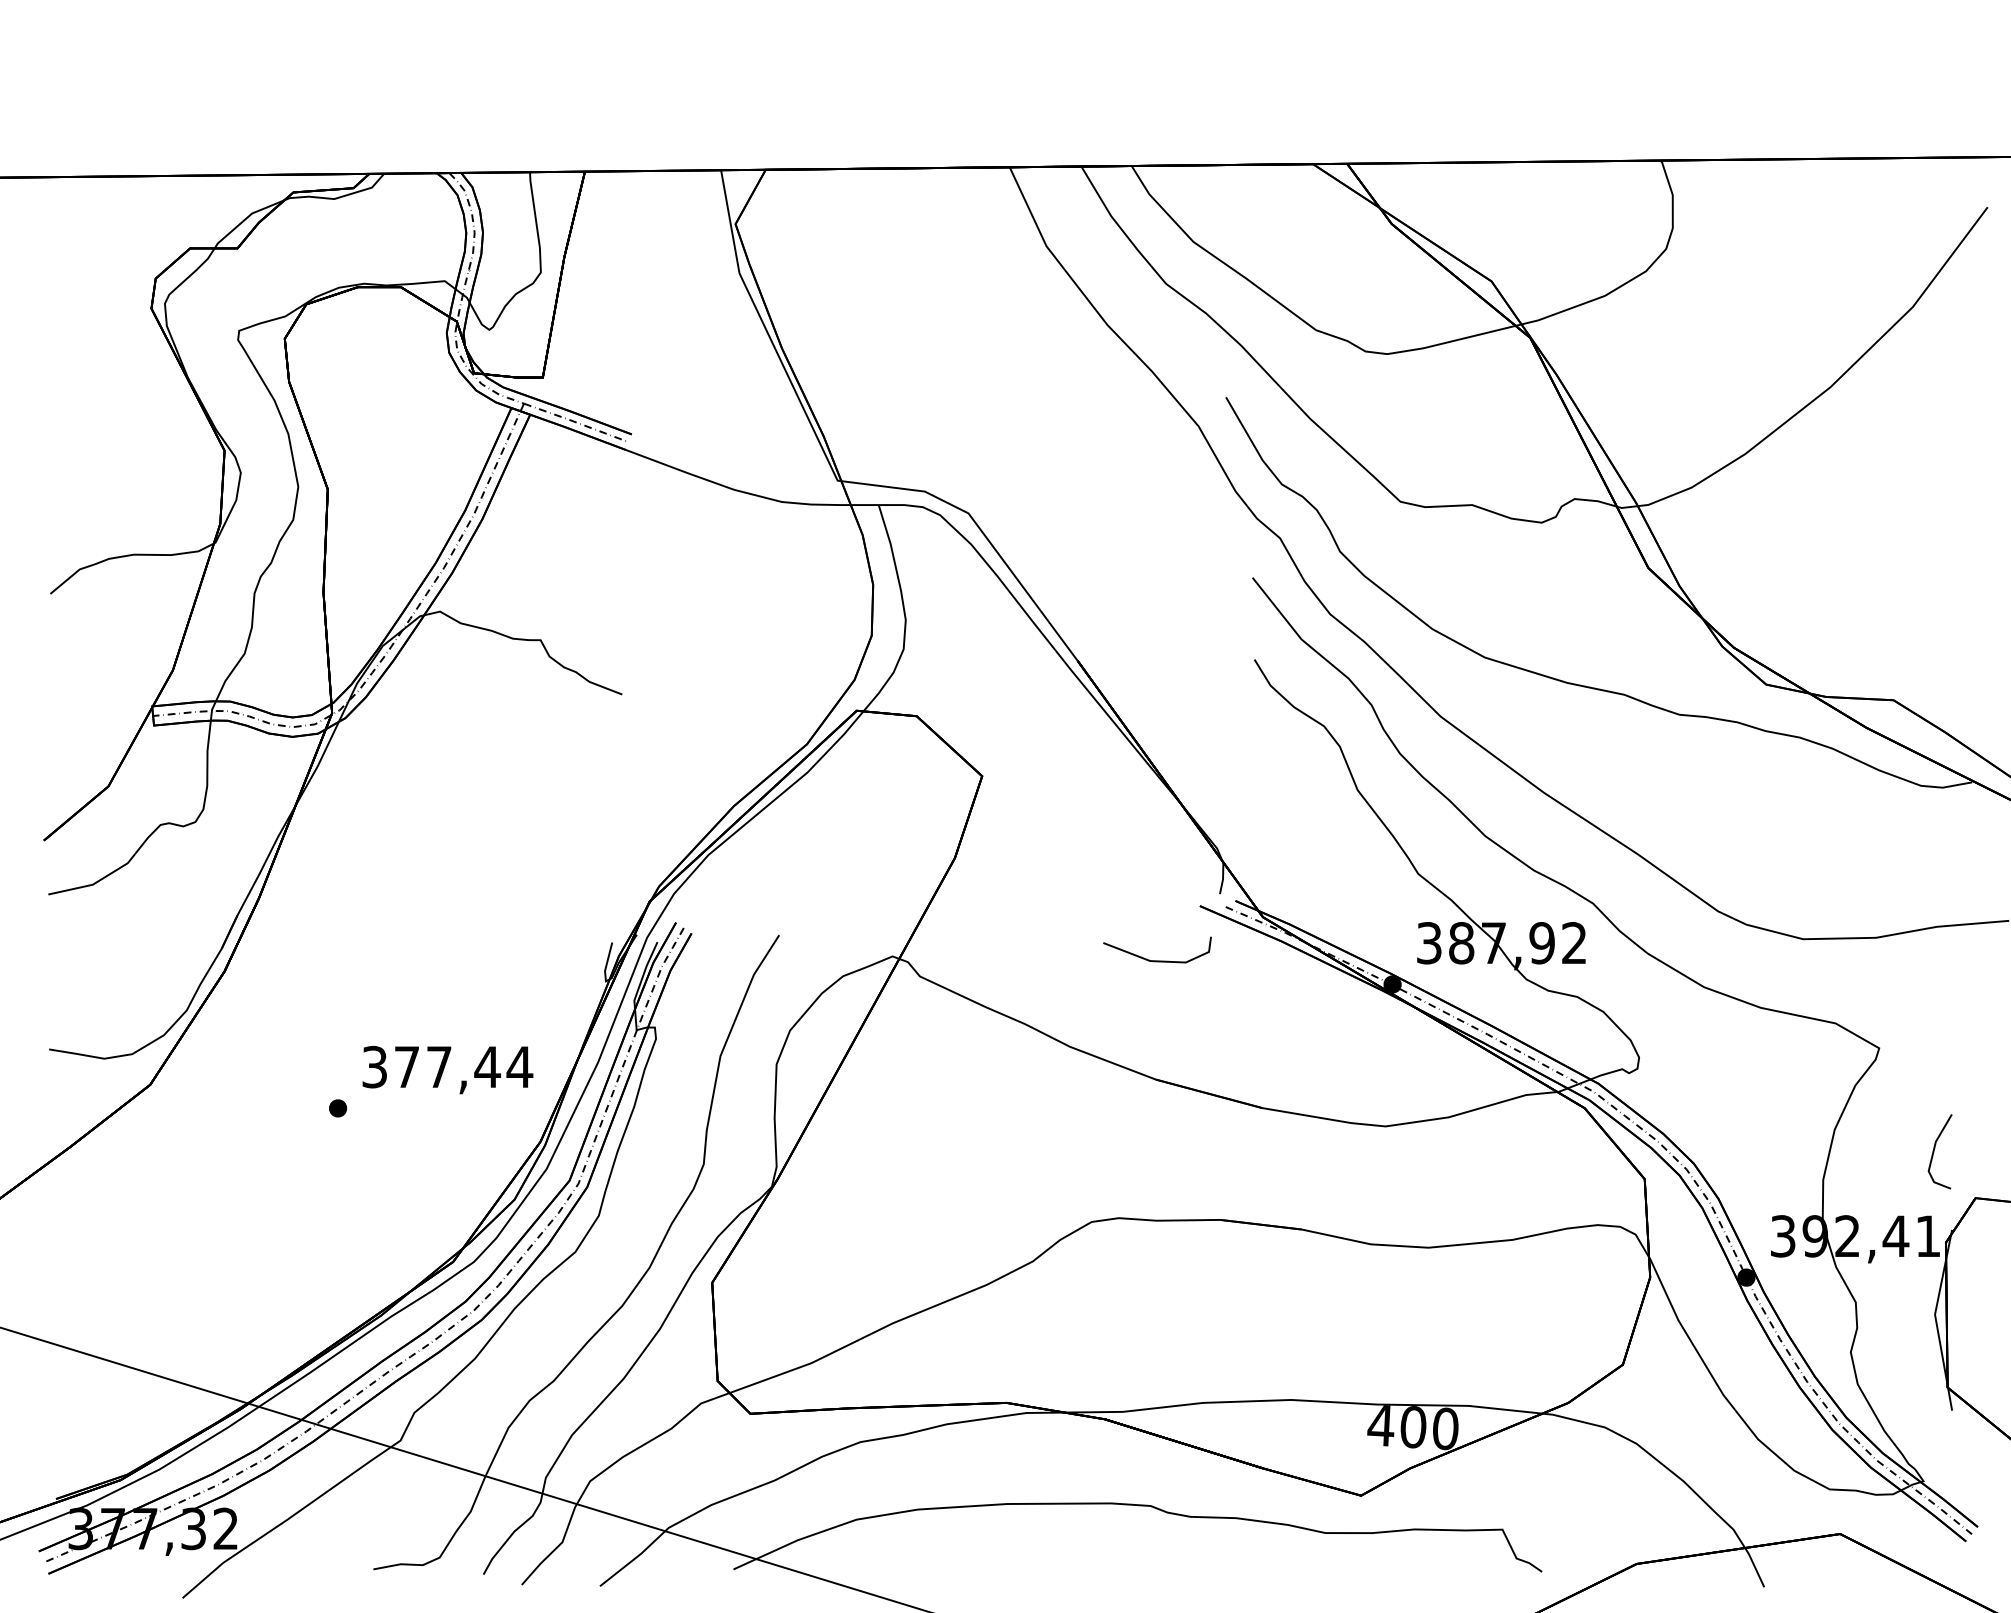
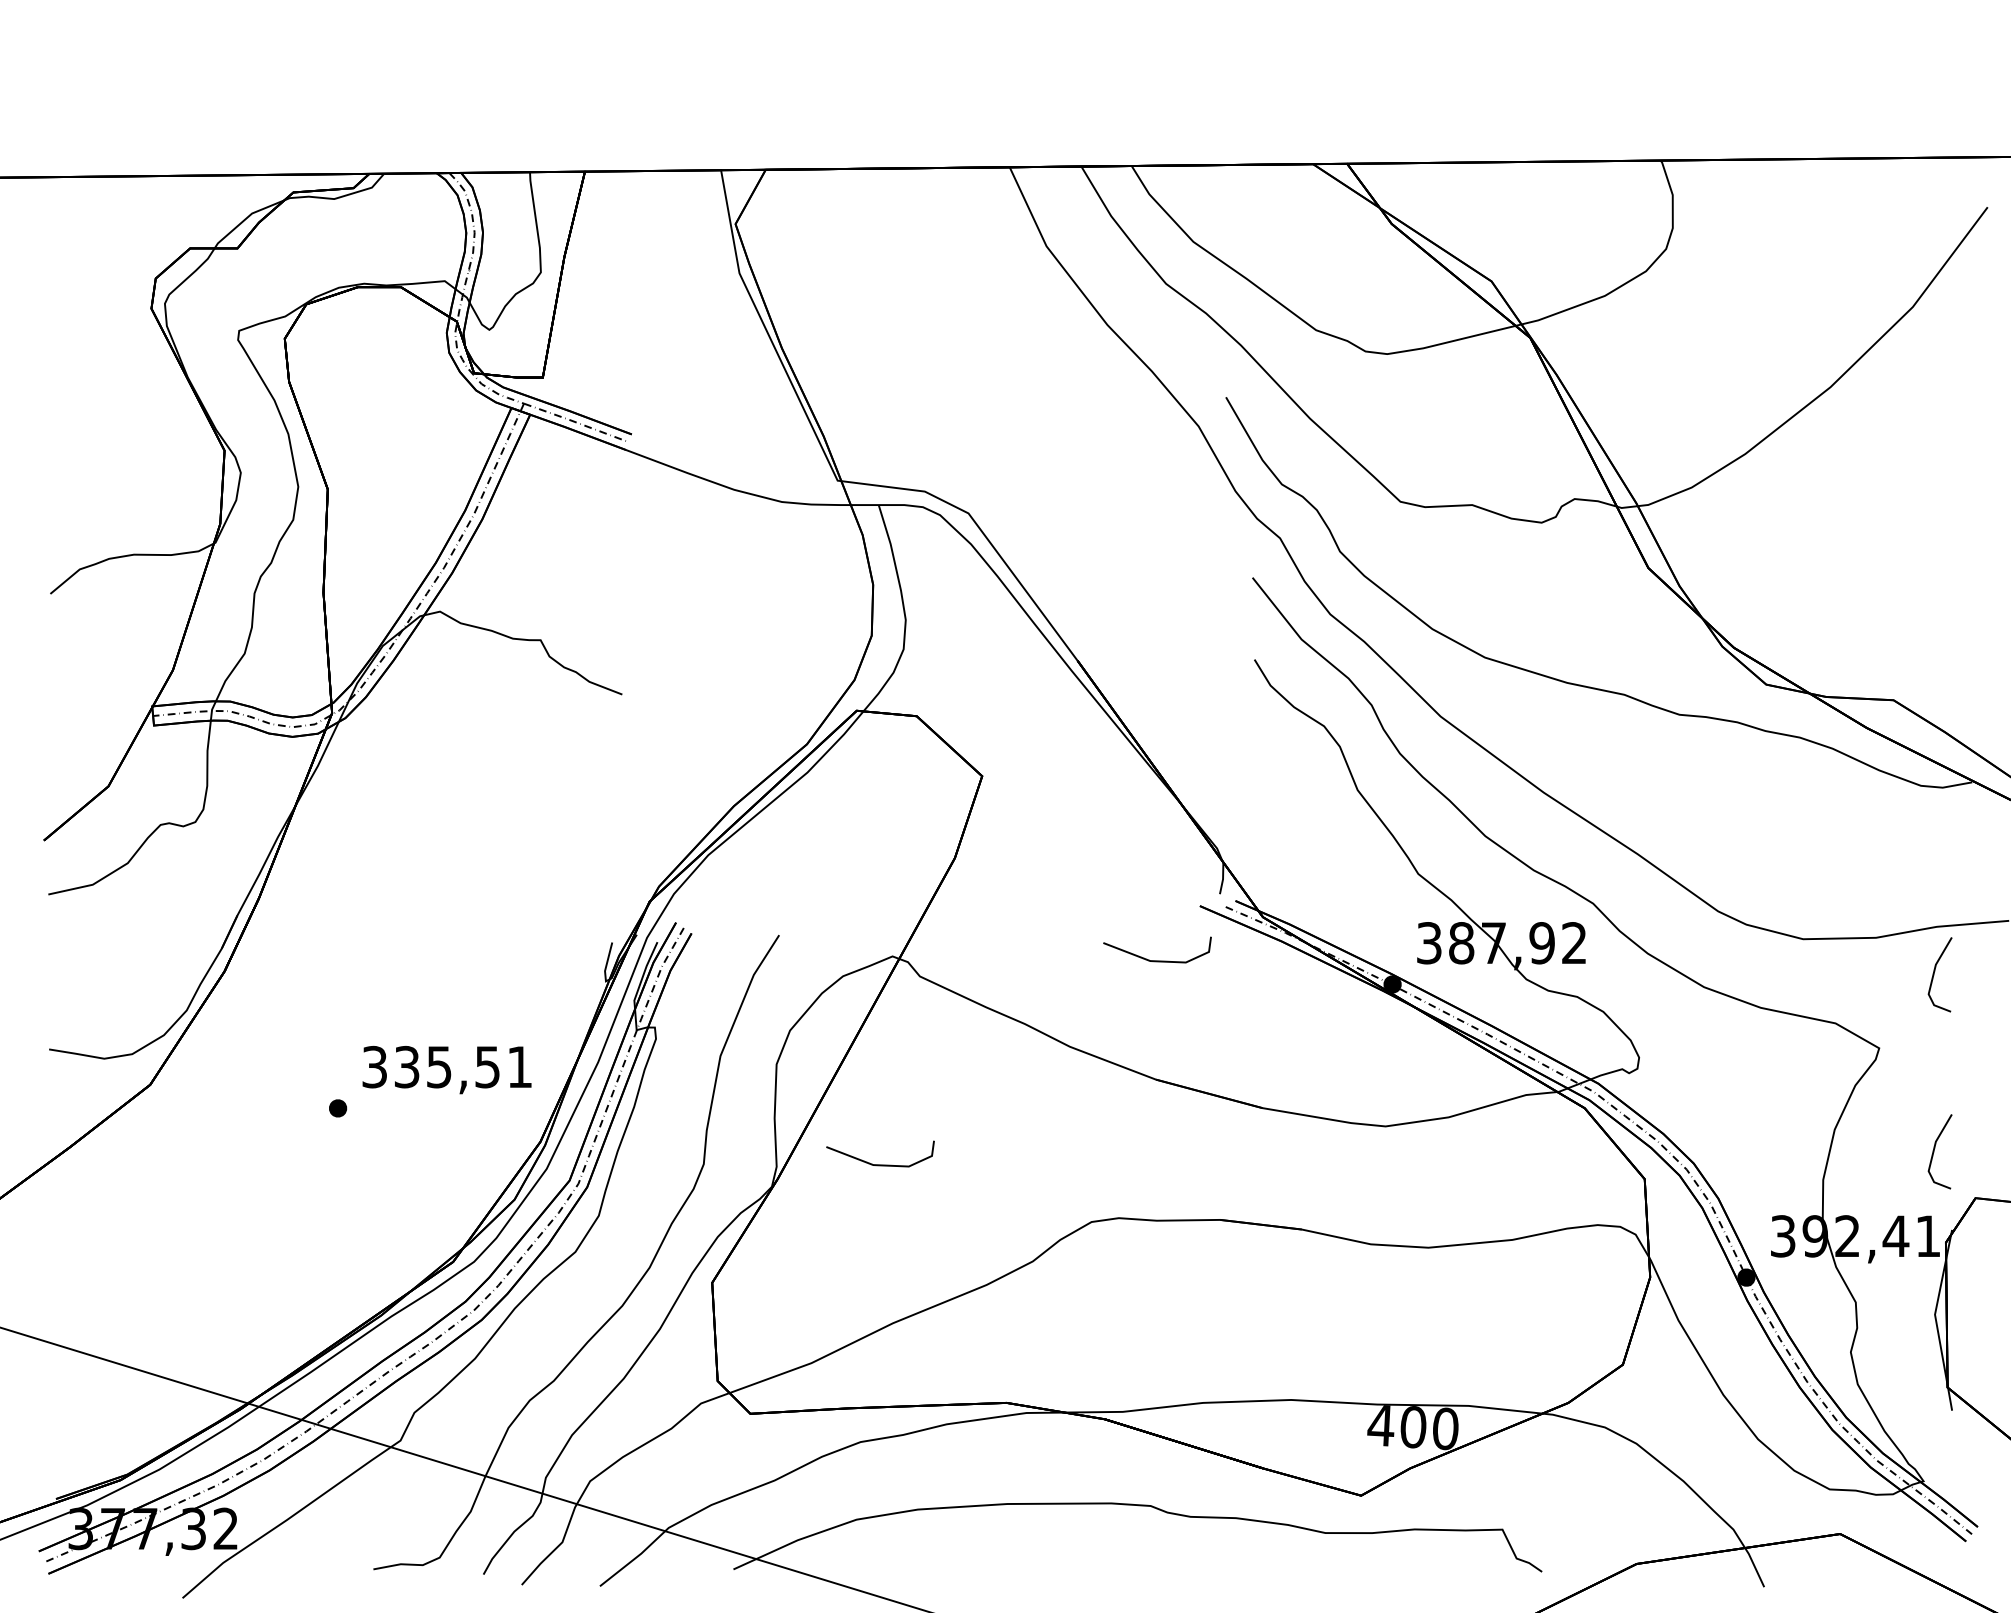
line at (1935, 971): none -> present
text at (464, 1066): 377,44 -> 335,51
line at (880, 1164): none -> present
